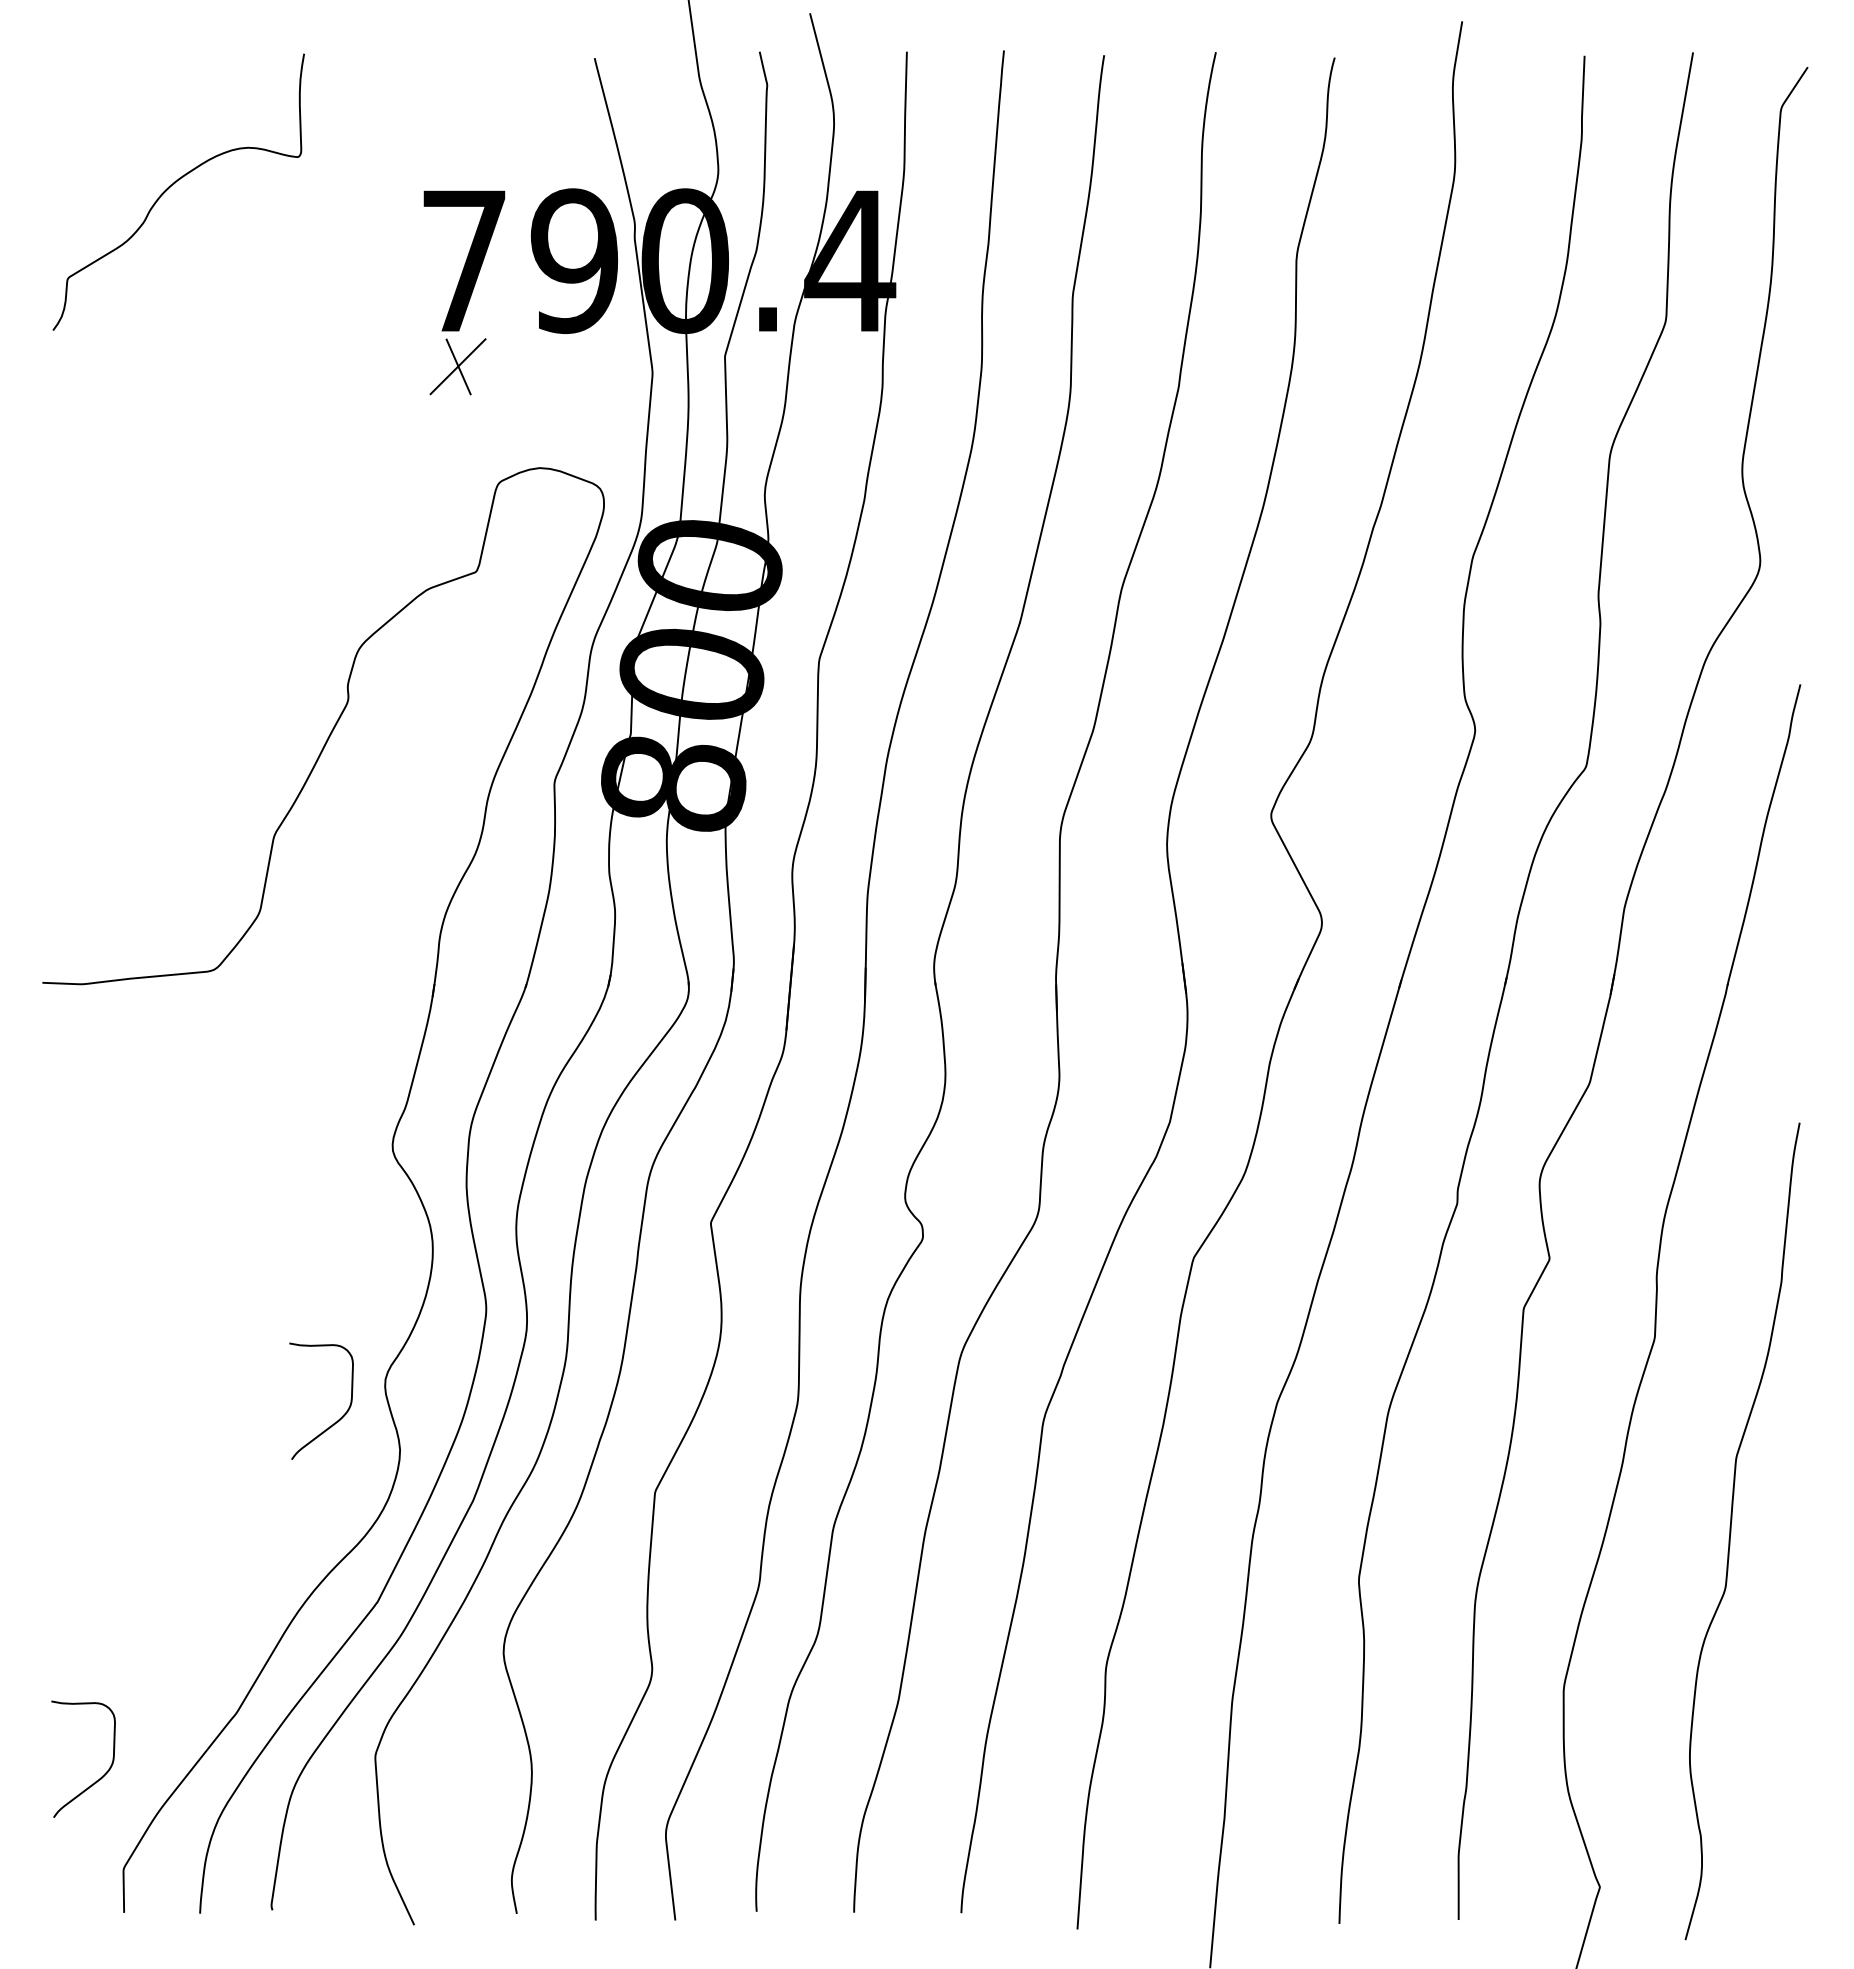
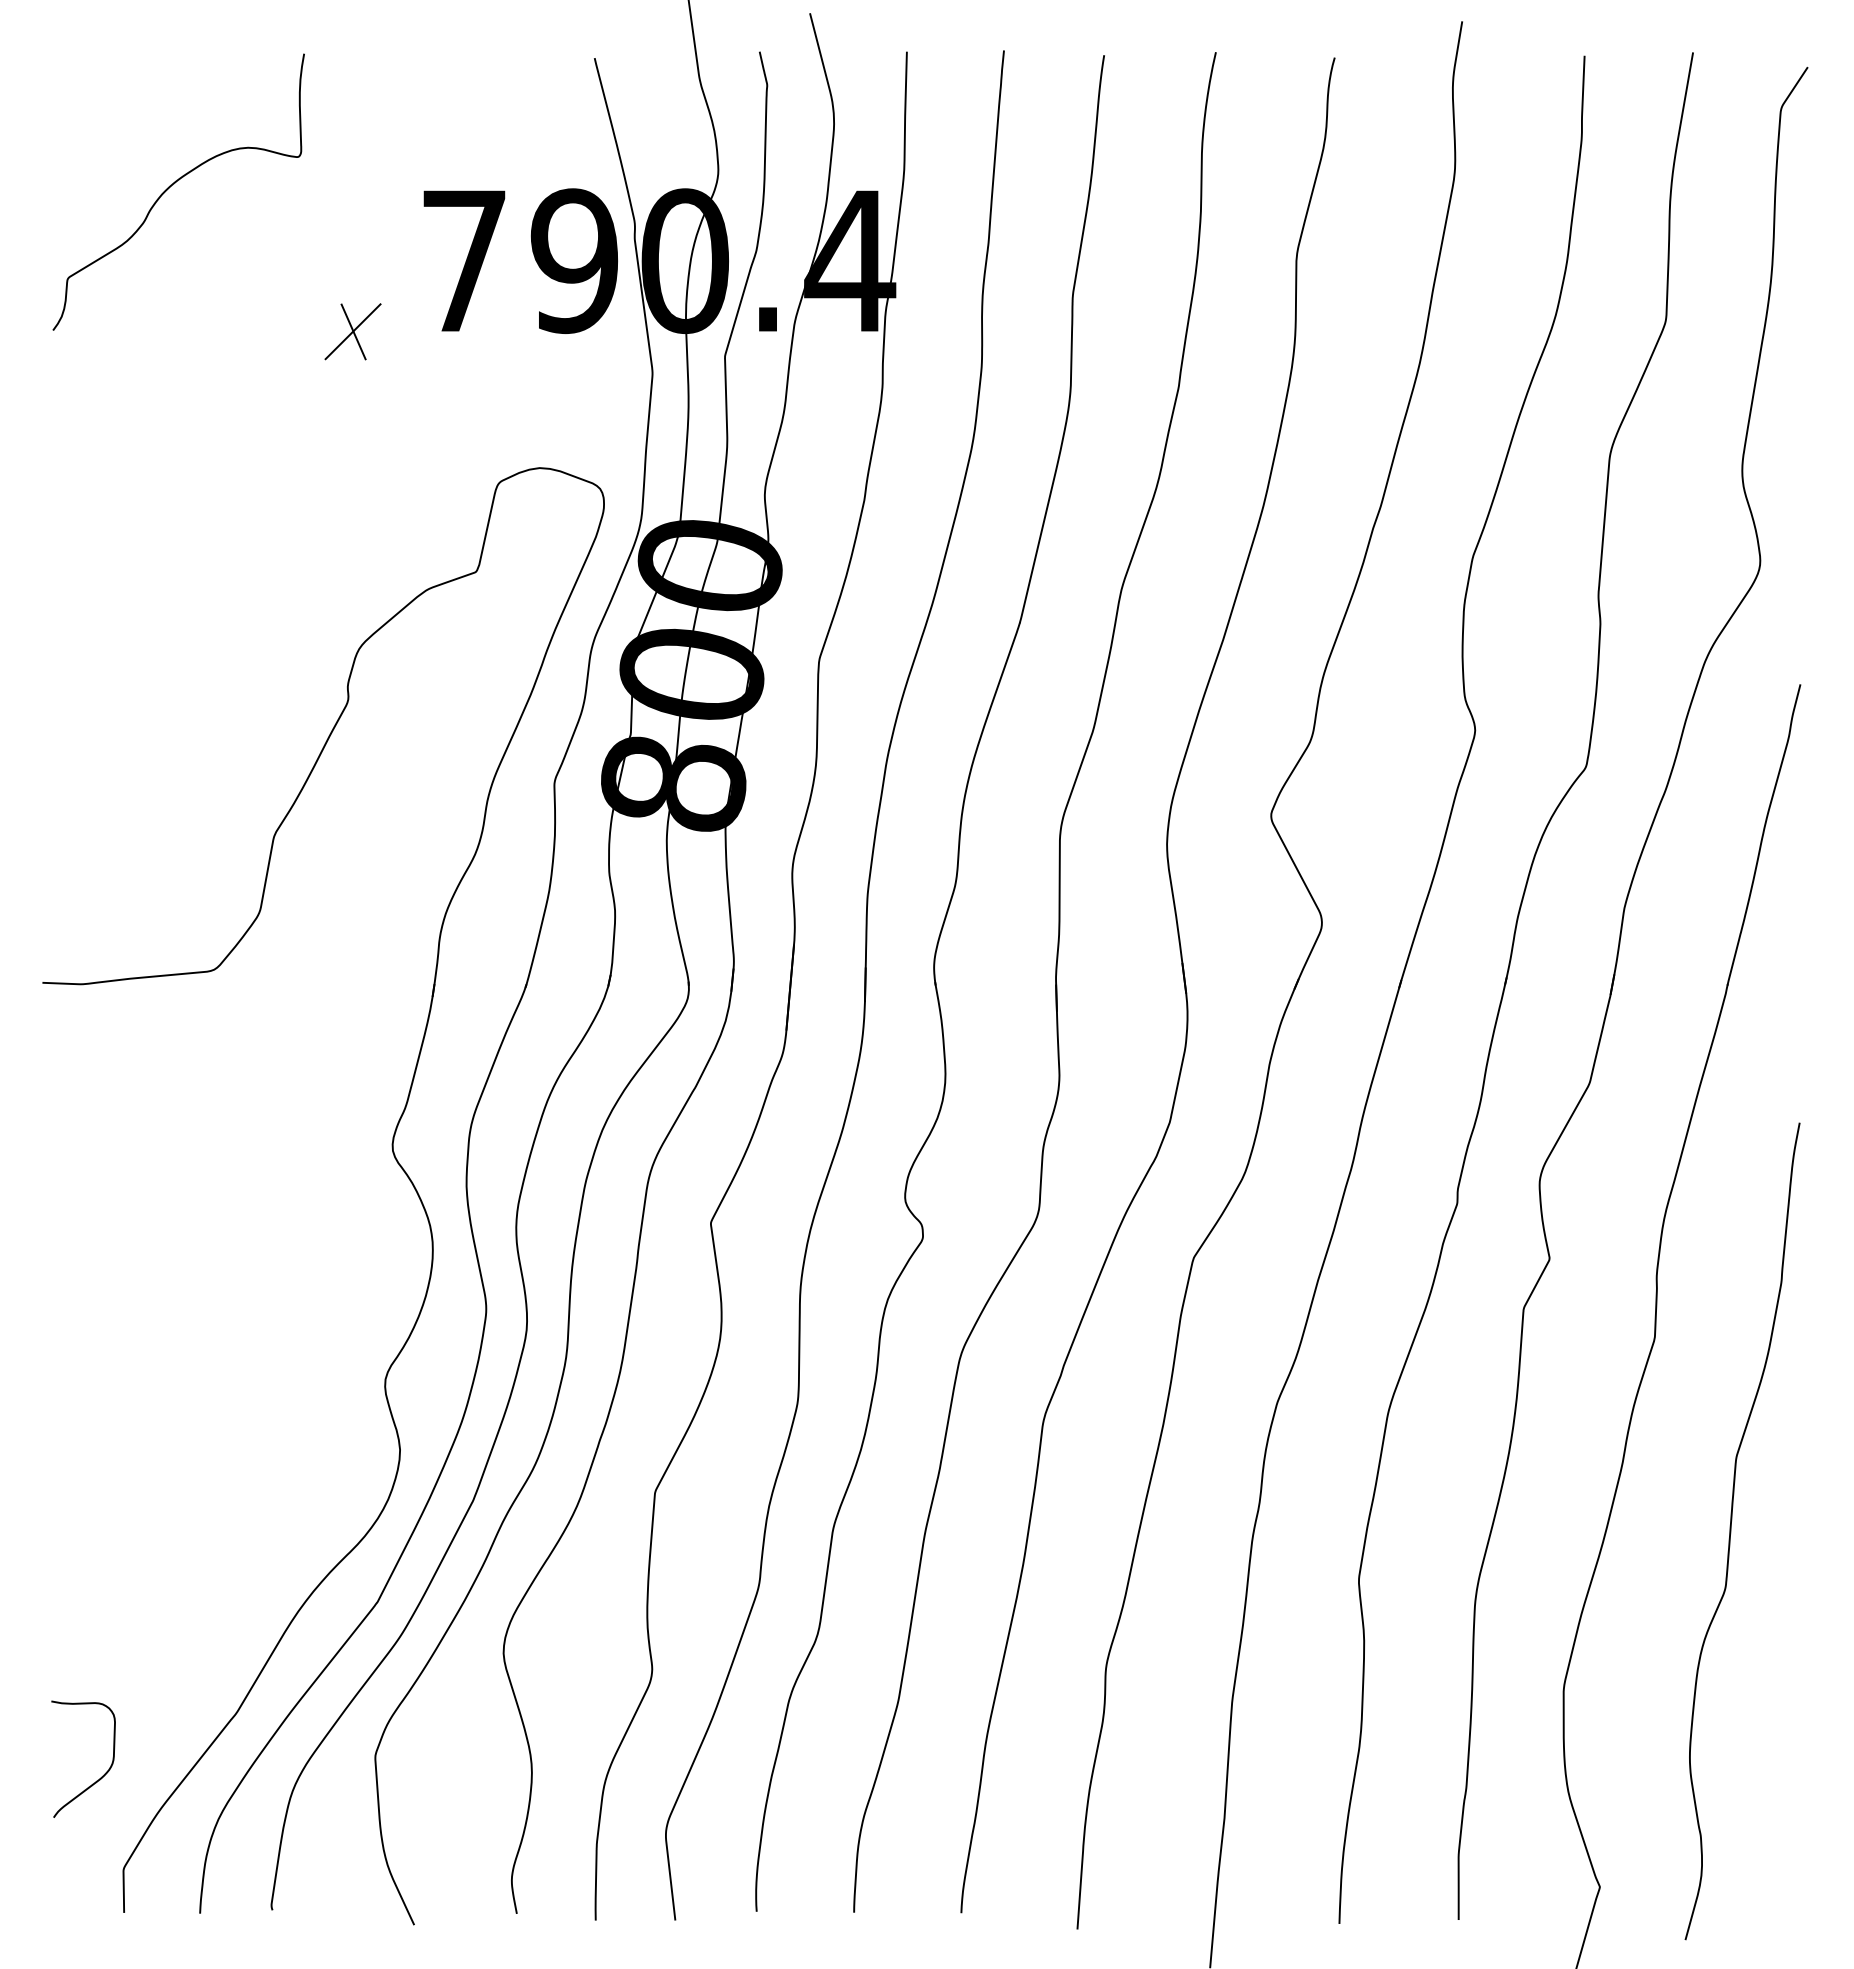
part at (457, 366) position: (457, 366) -> (352, 331)
curve at (339, 1418): present -> none
